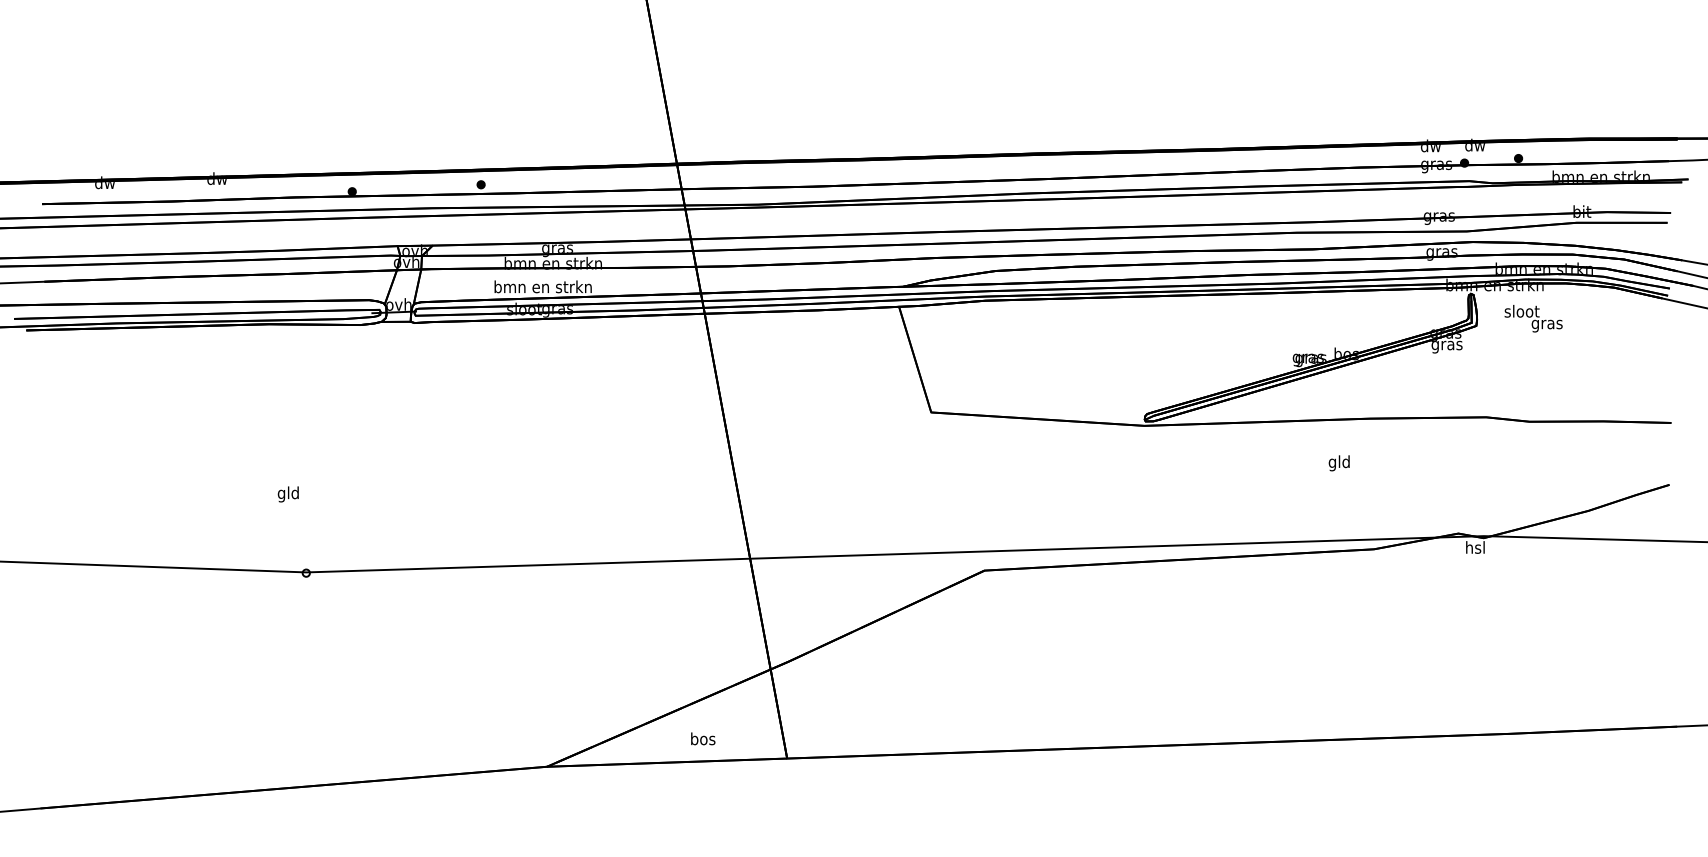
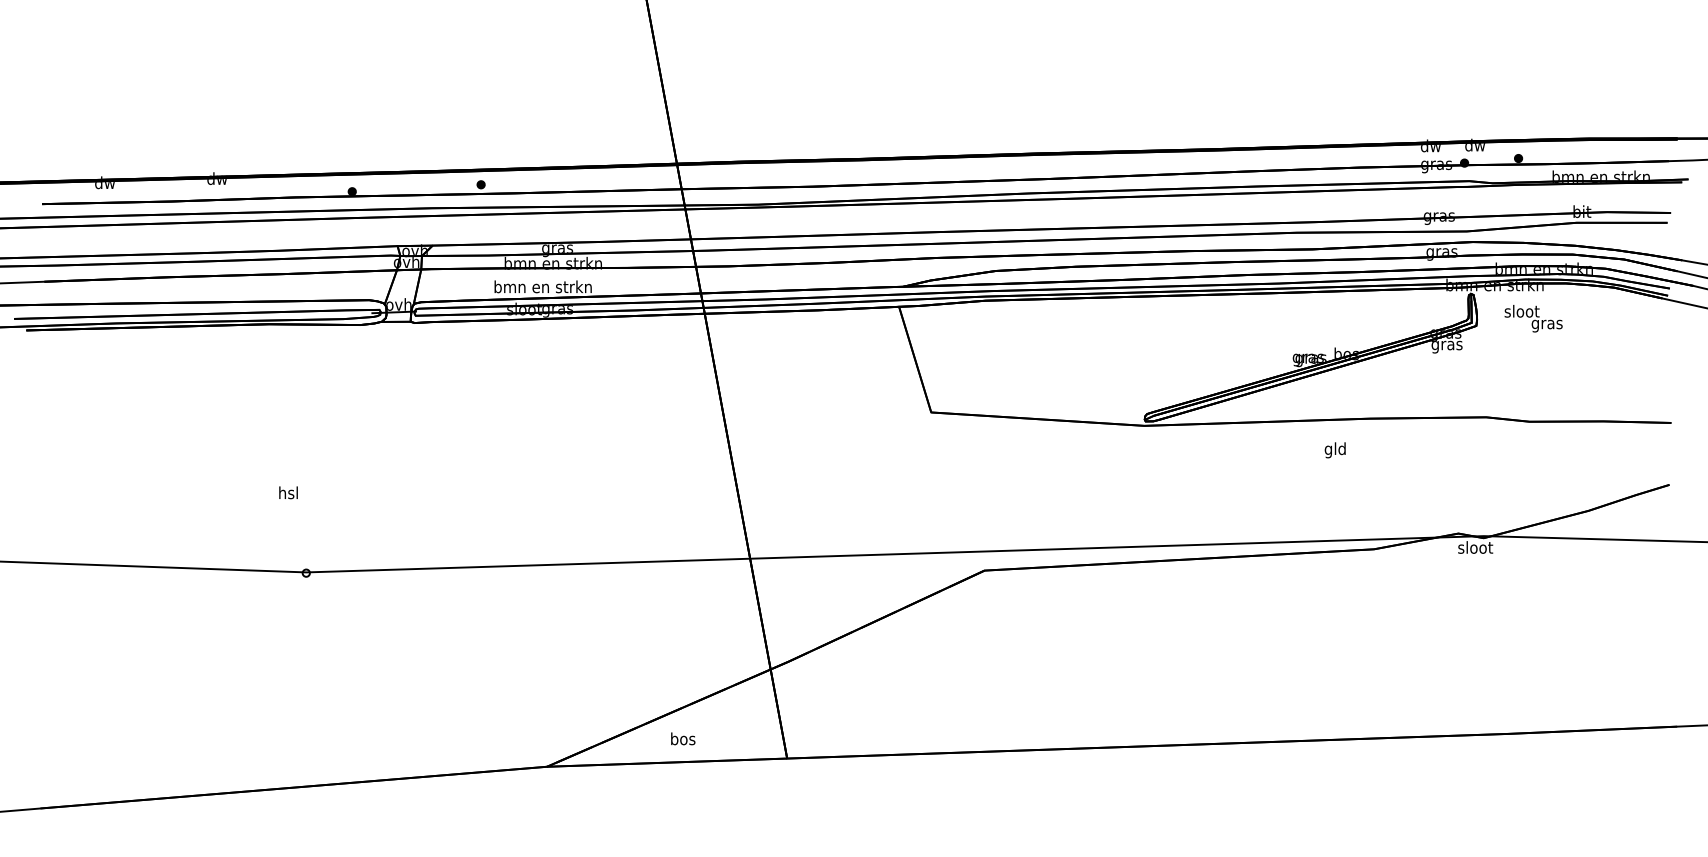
text at (1338, 463) position: (1338, 463) -> (1334, 450)
text at (287, 494): gld -> hsl
text at (1475, 547): hsl -> sloot
text at (703, 738) position: (703, 738) -> (683, 738)
